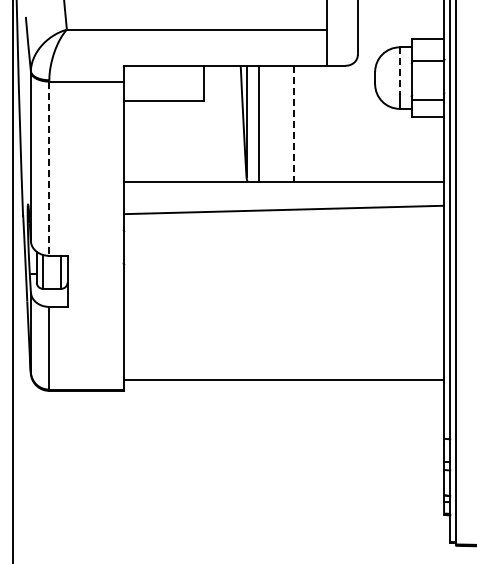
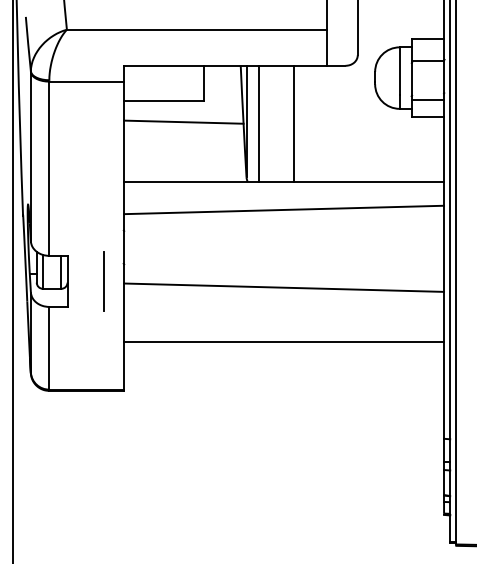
line at (399, 71): dashed -> solid
line at (183, 121): none -> present
line at (293, 124): dashed -> solid
line at (49, 169): dashed -> solid
line at (103, 281): none -> present
line at (284, 287): none -> present
line at (284, 379) position: (284, 379) -> (284, 341)
